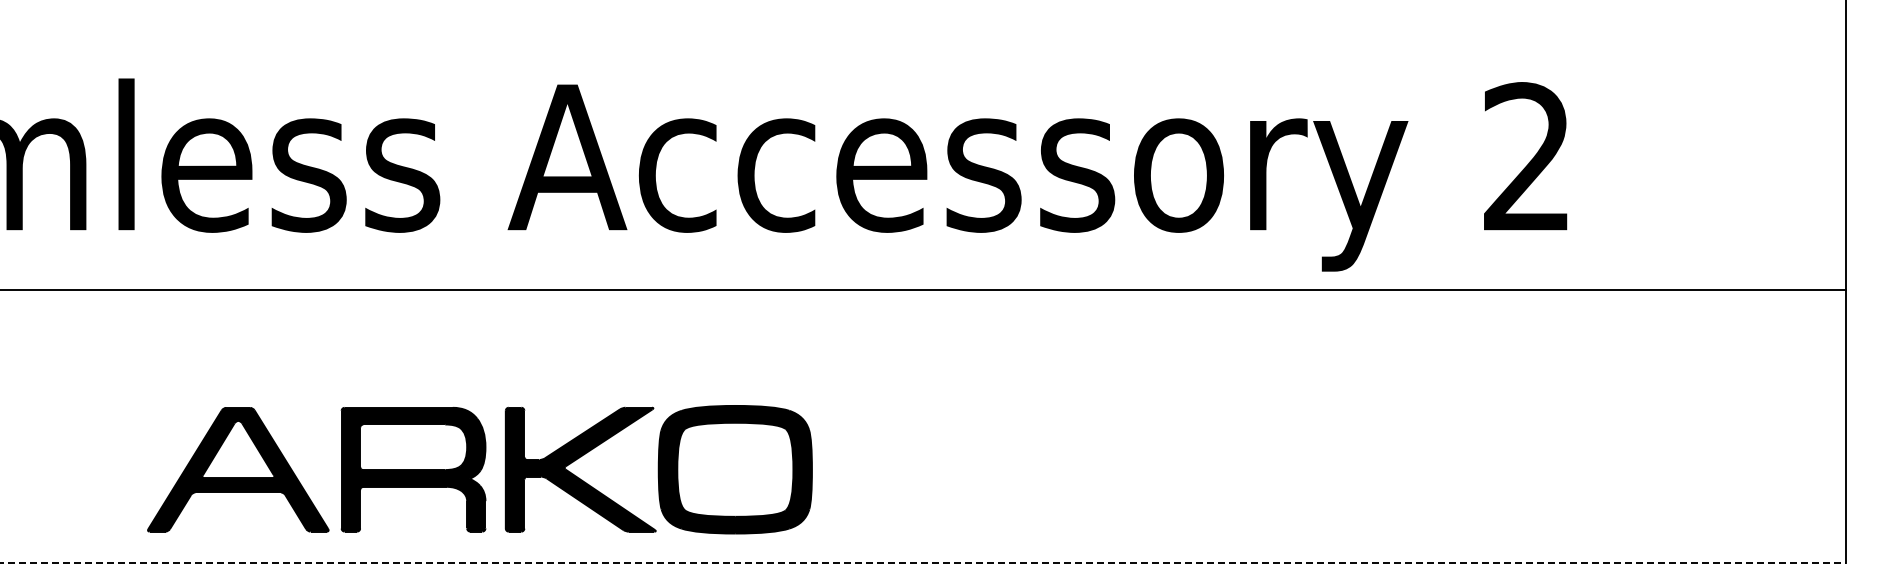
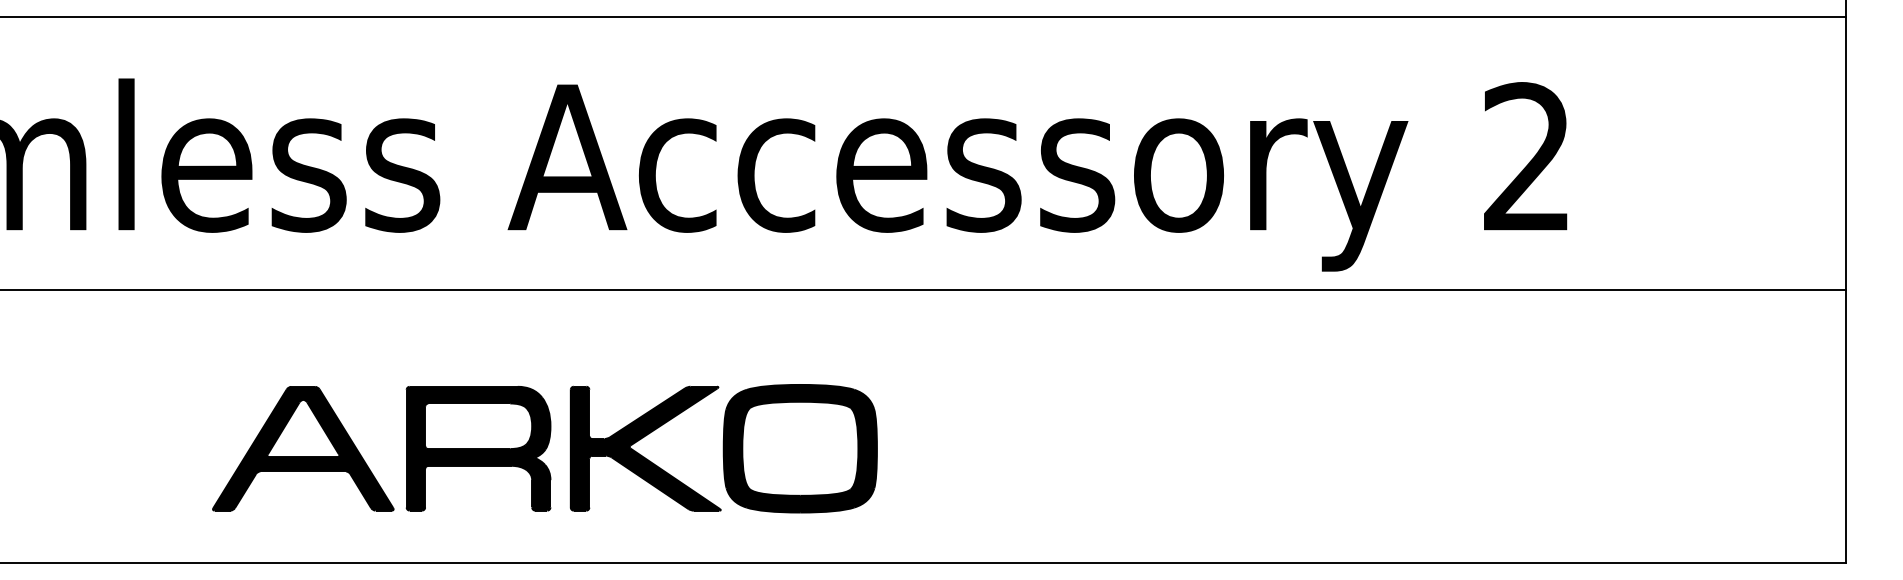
line at (923, 17): none -> present
part at (479, 469) position: (479, 469) -> (544, 448)
line at (923, 562): dashed -> solid
